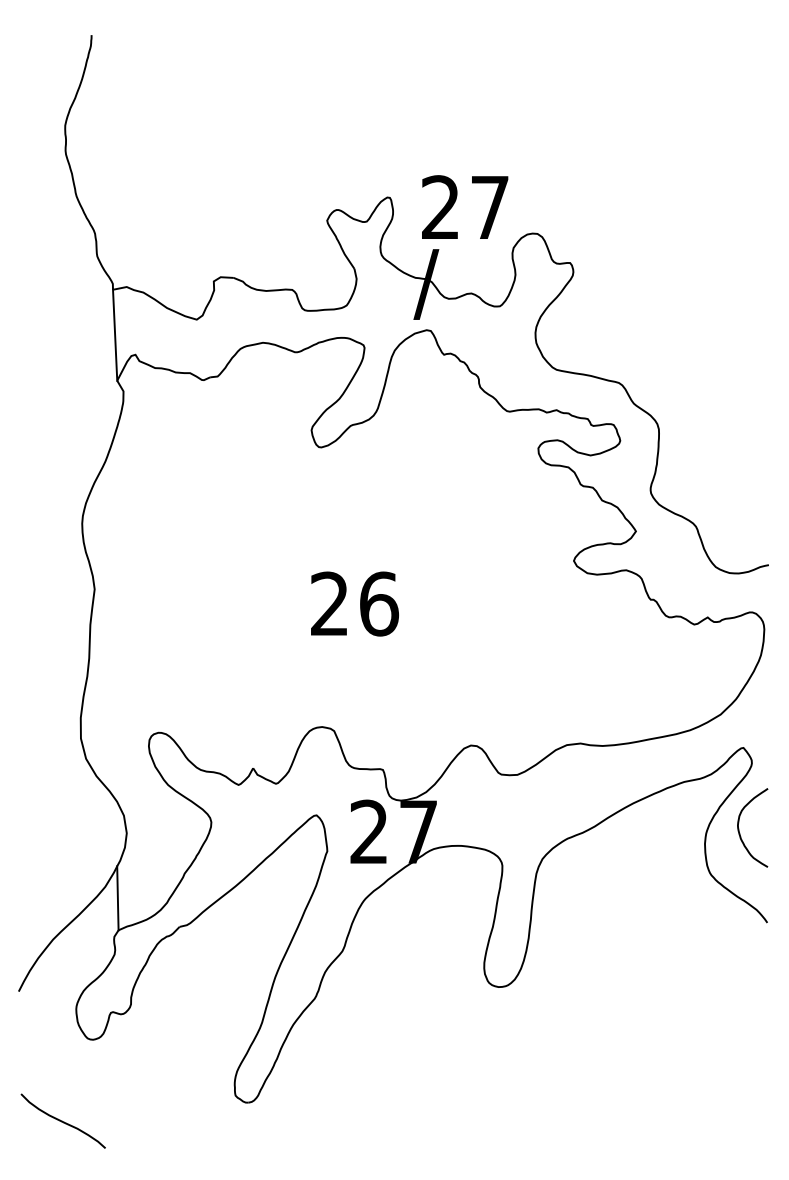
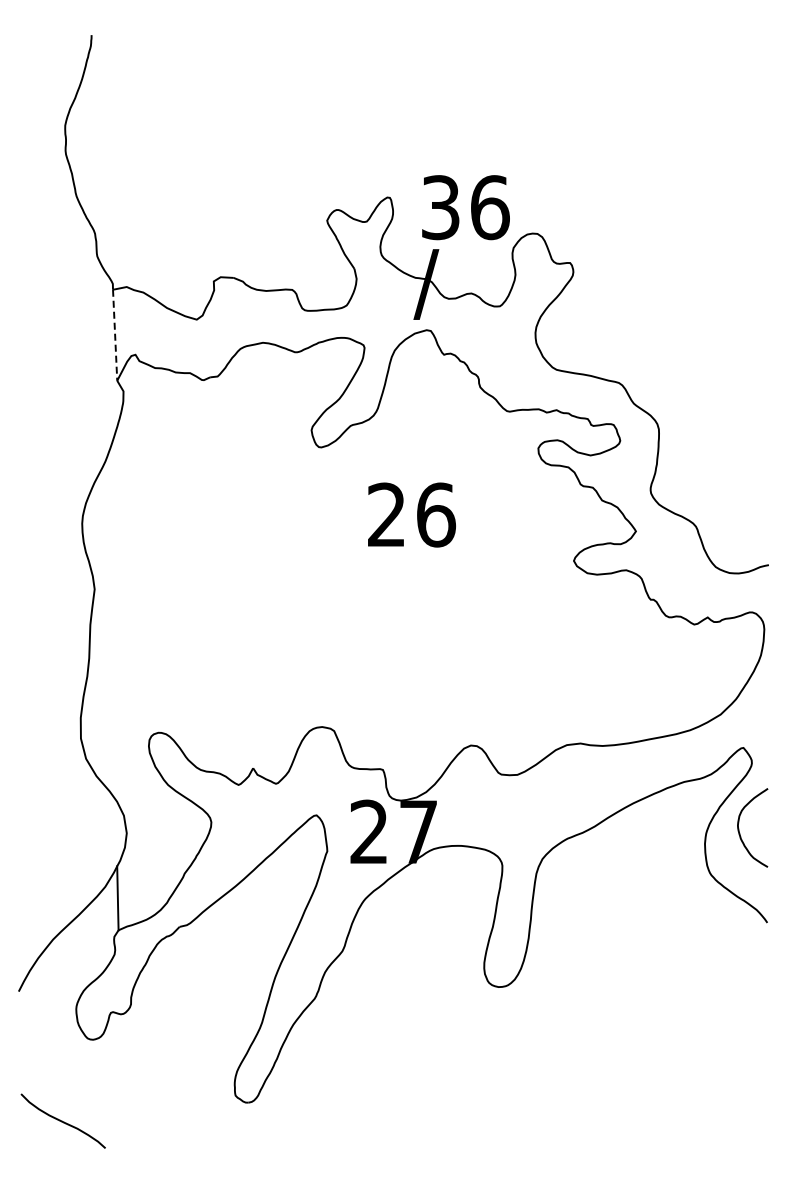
text at (465, 207): 27 -> 36
line at (115, 335): solid -> dashed
text at (354, 603) position: (354, 603) -> (411, 514)
